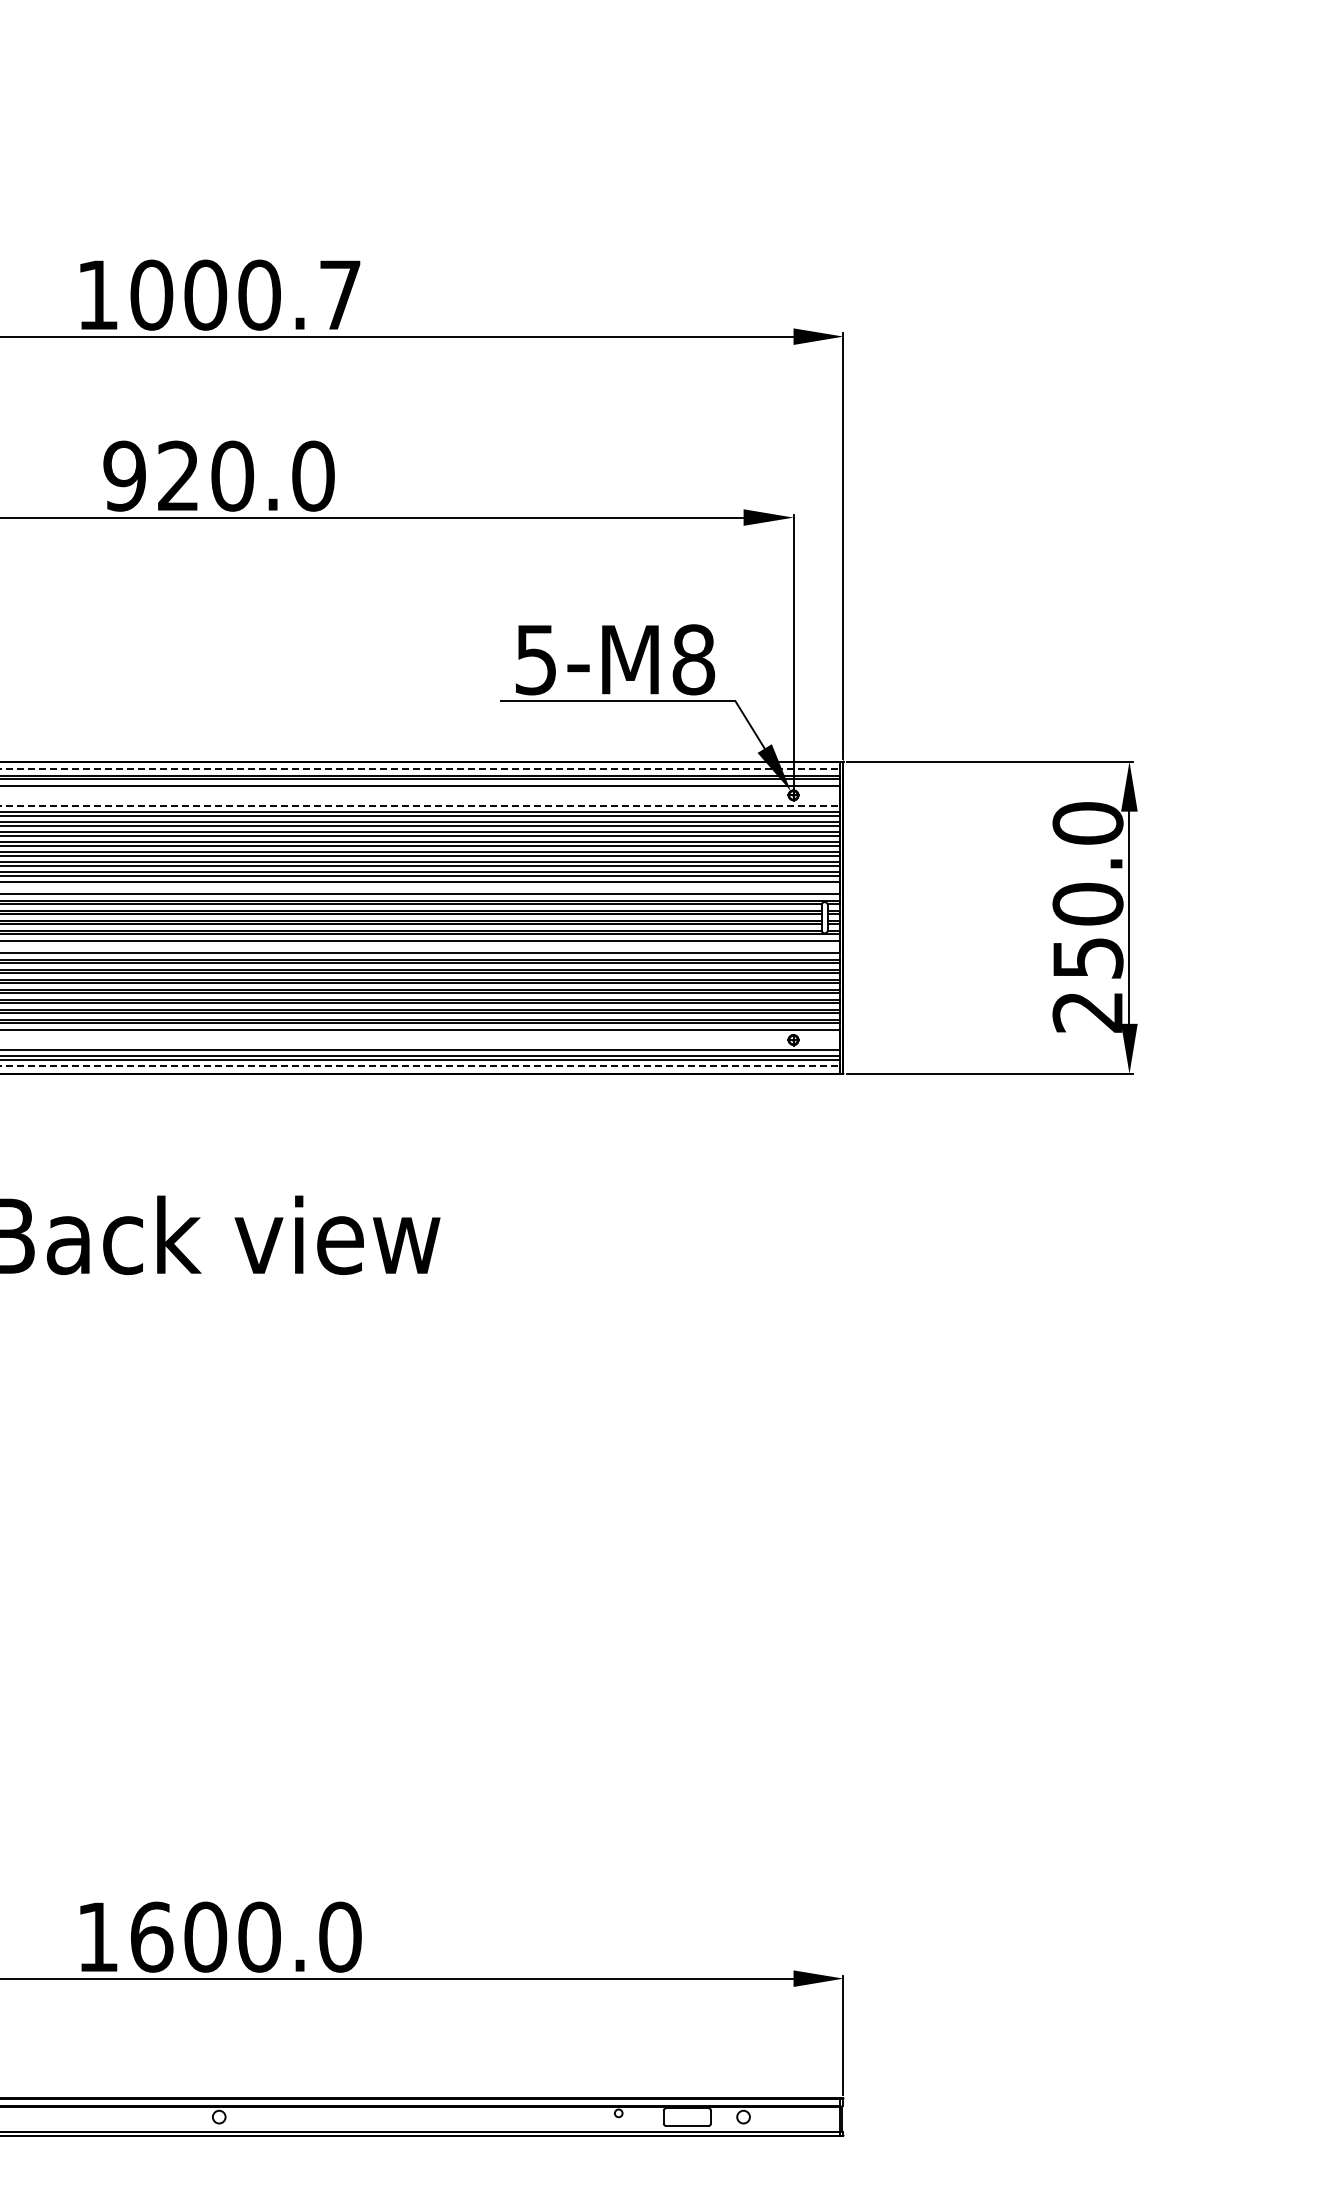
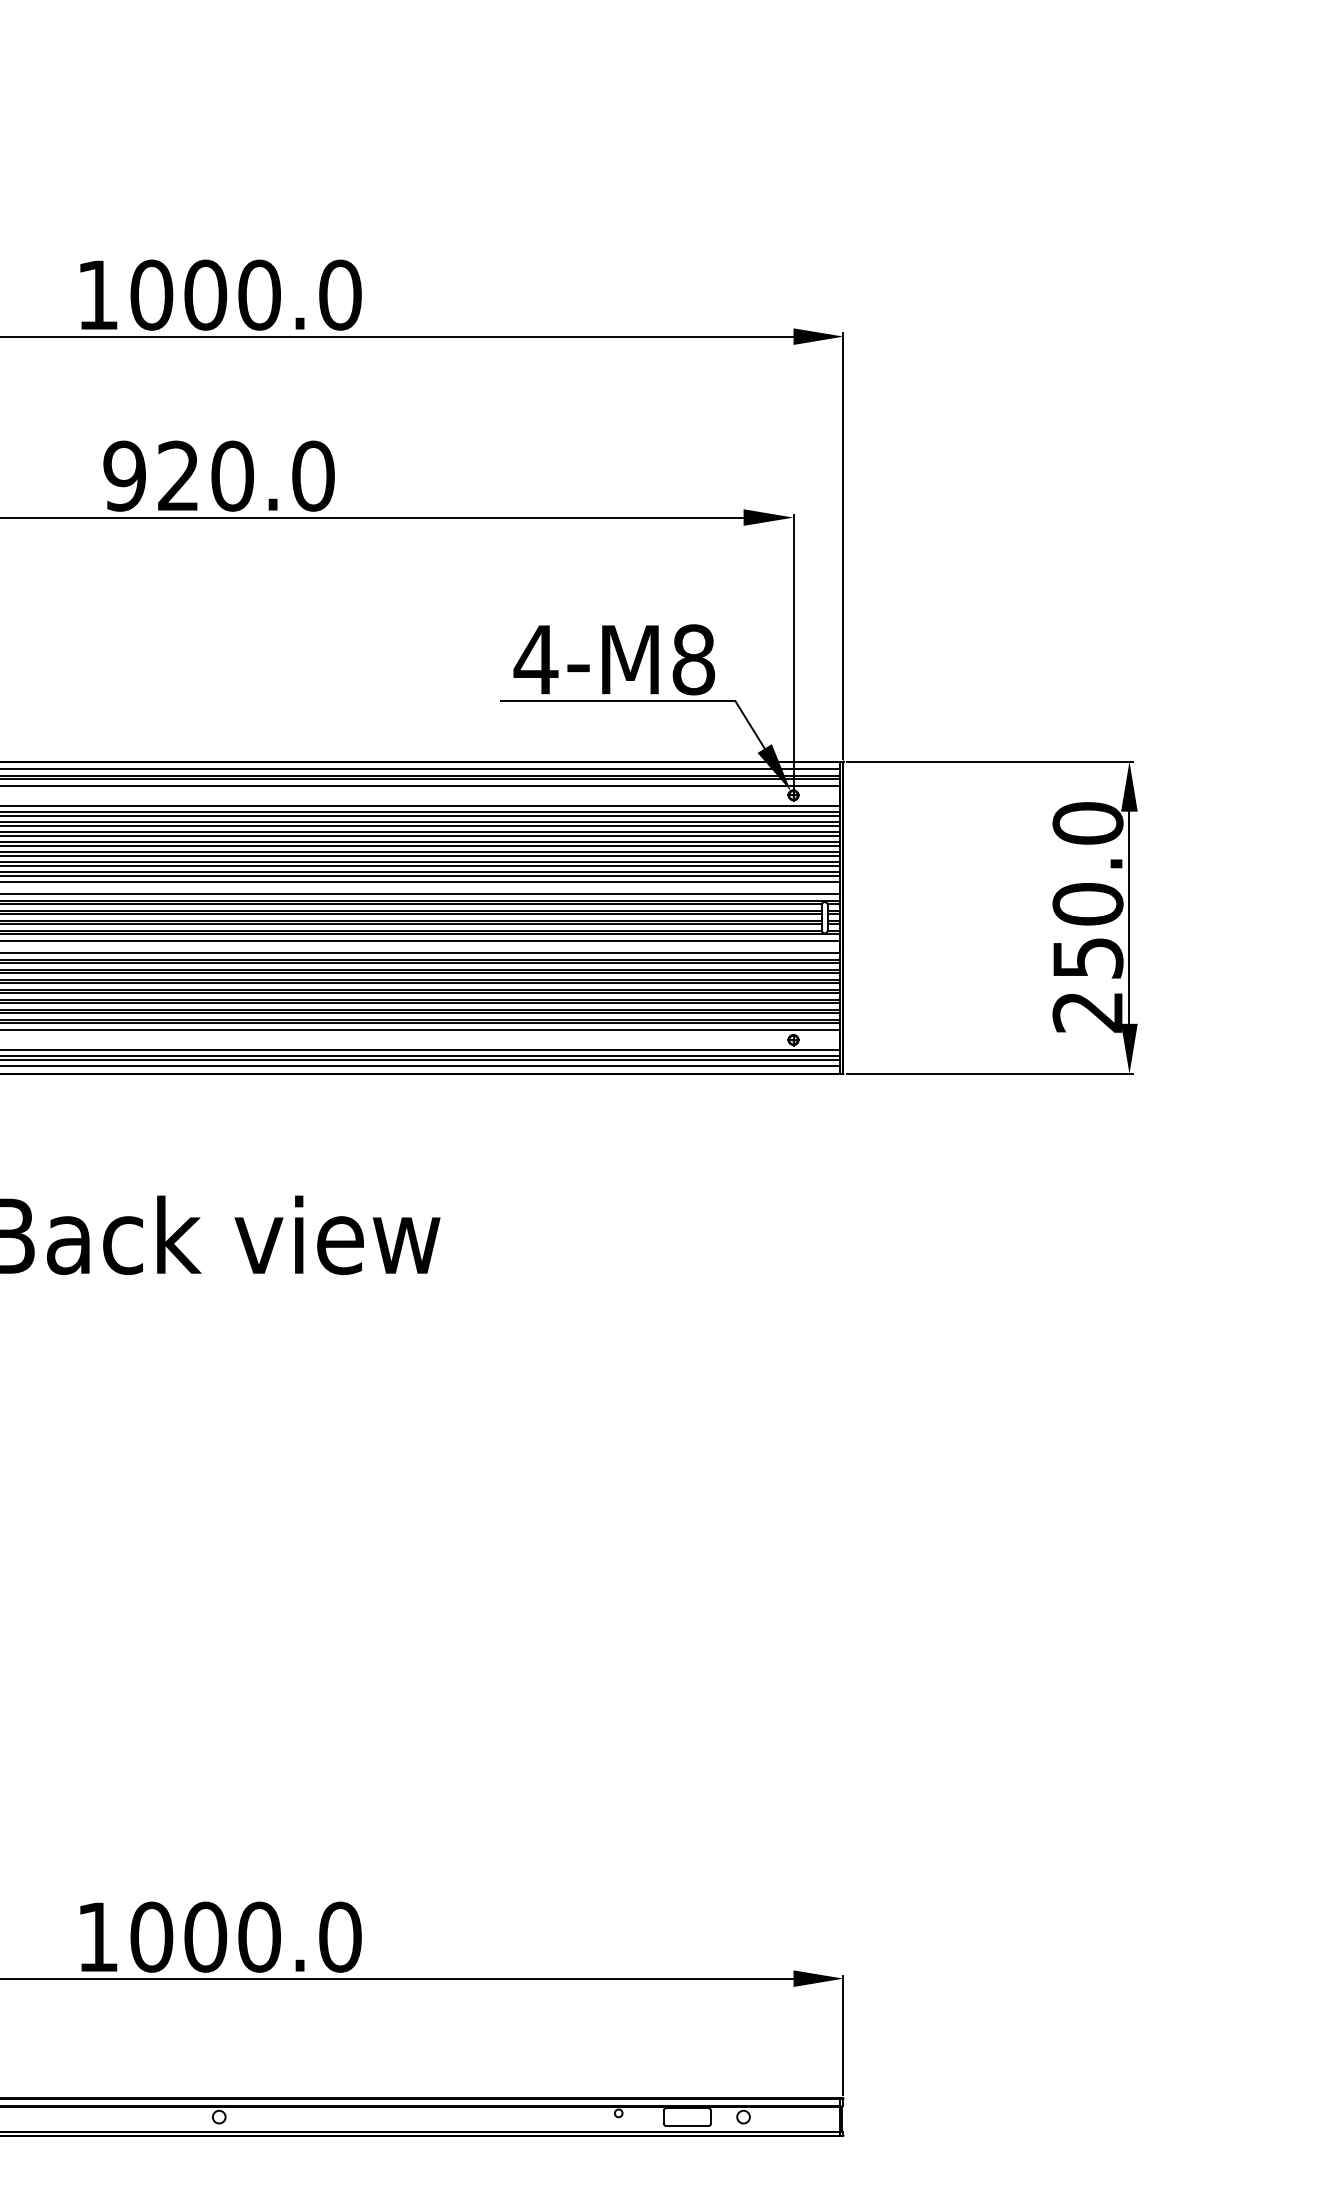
text at (340, 294): 1000.7 -> 1000.0
text at (535, 660): 5-M8 -> 4-M8
line at (420, 769): dashed -> solid
line at (420, 805): dashed -> solid
line at (420, 1066): dashed -> solid
text at (151, 1936): 1600.0 -> 1000.0
